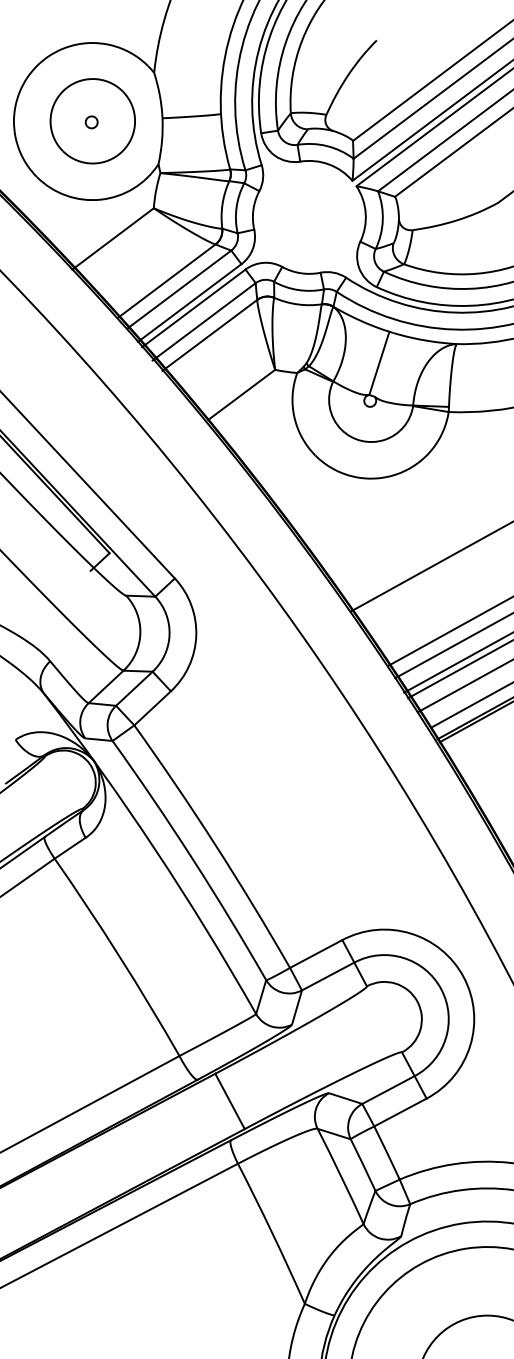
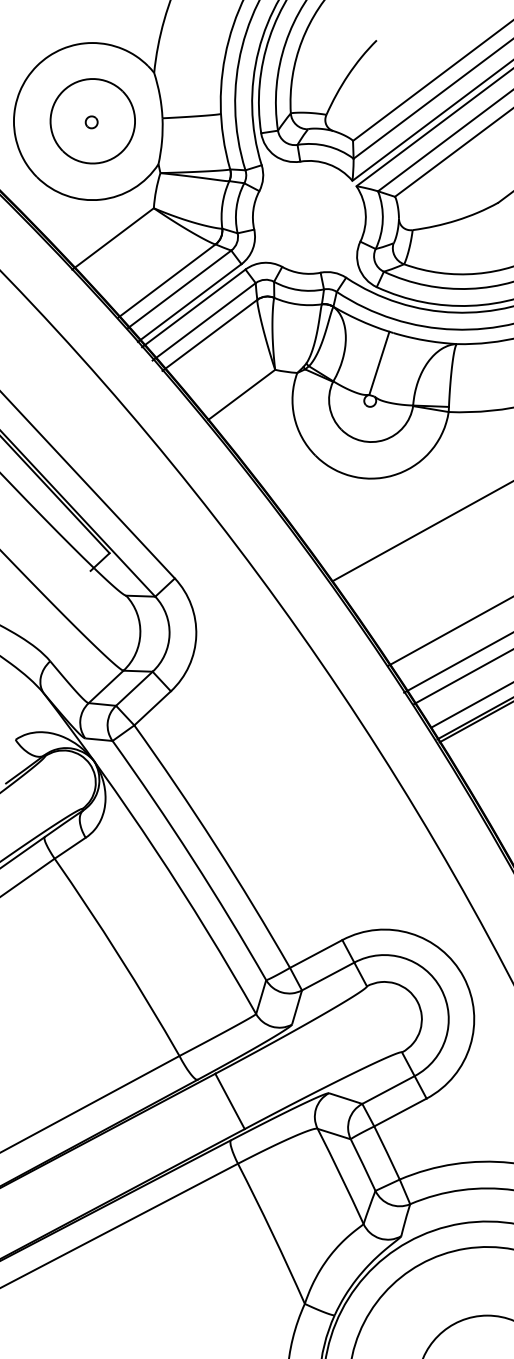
line at (430, 567) position: (430, 567) -> (422, 531)
line at (452, 646): present -> none
line at (459, 669): present -> none
line at (464, 686) position: (464, 686) -> (462, 677)
